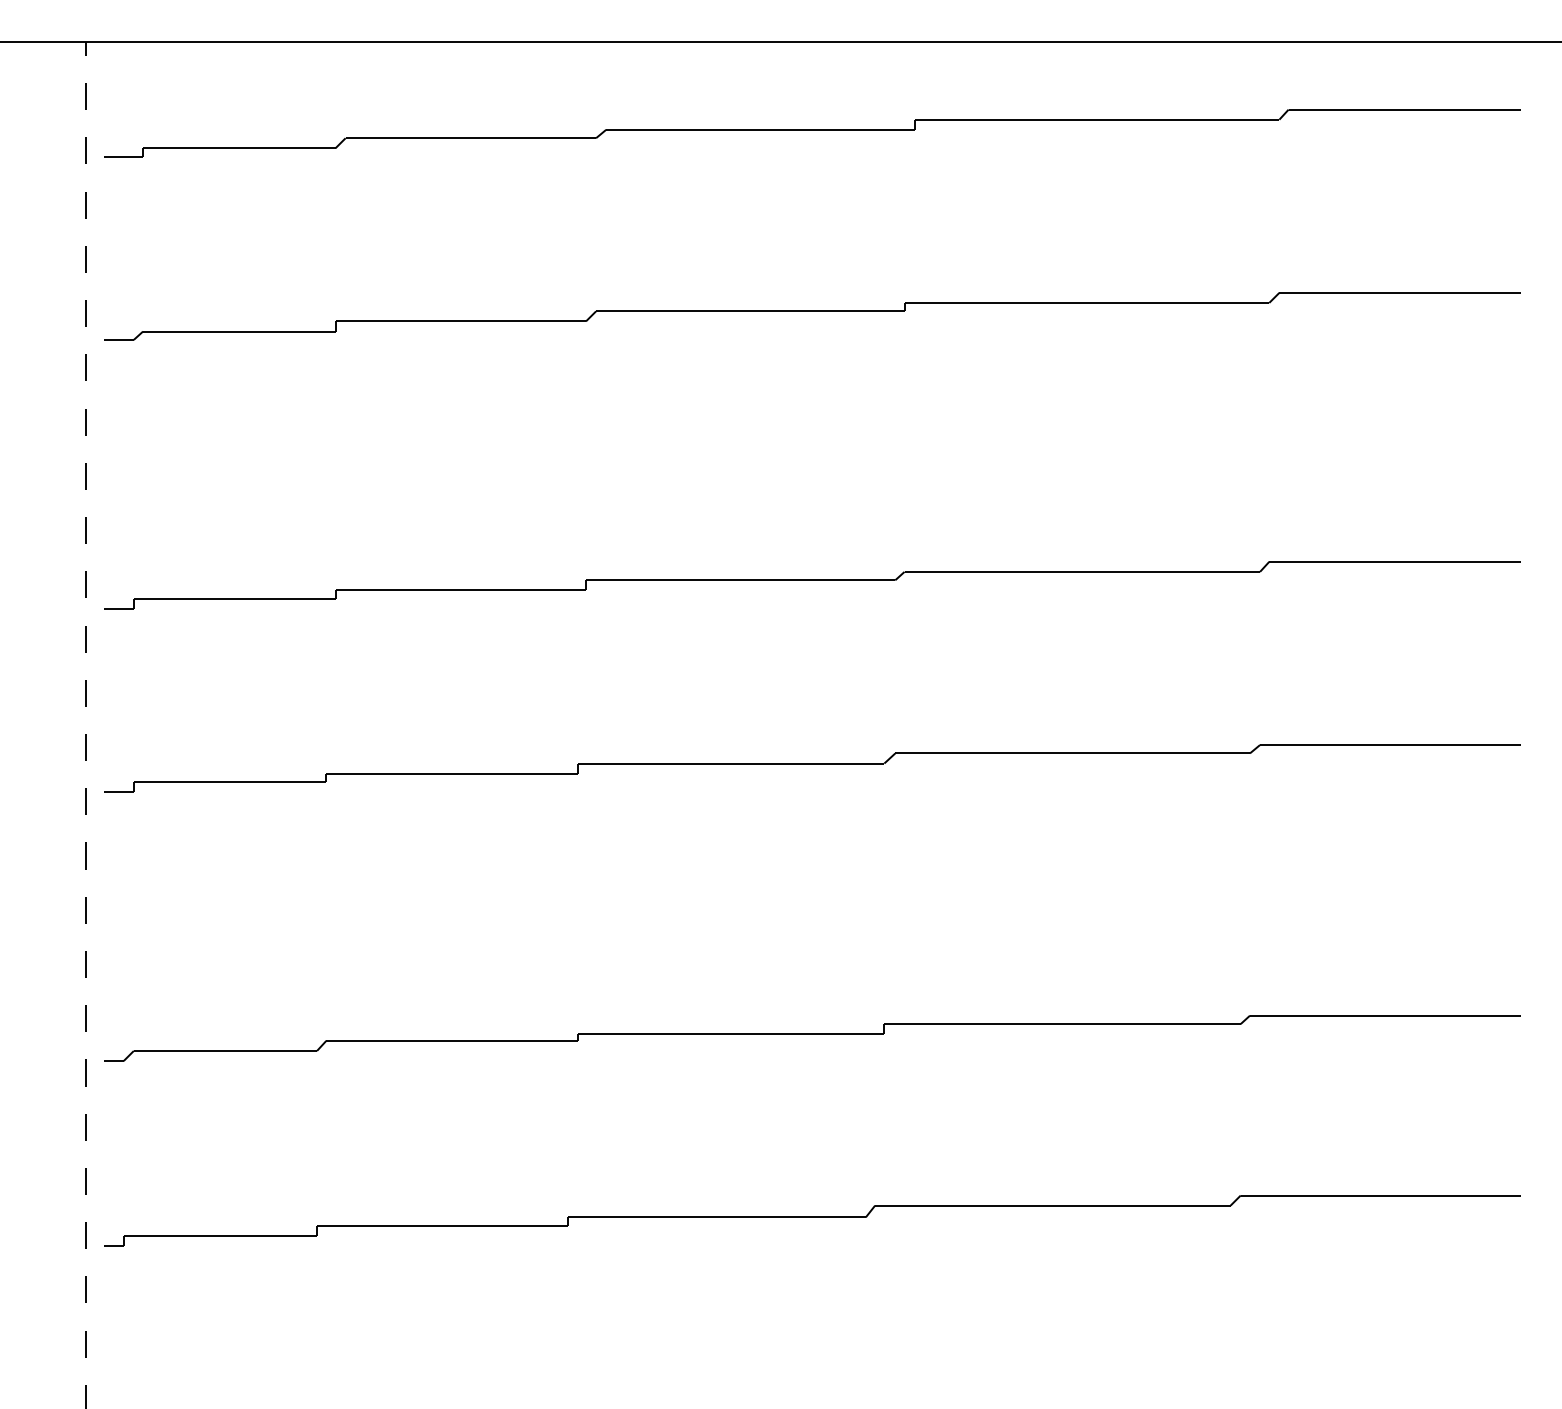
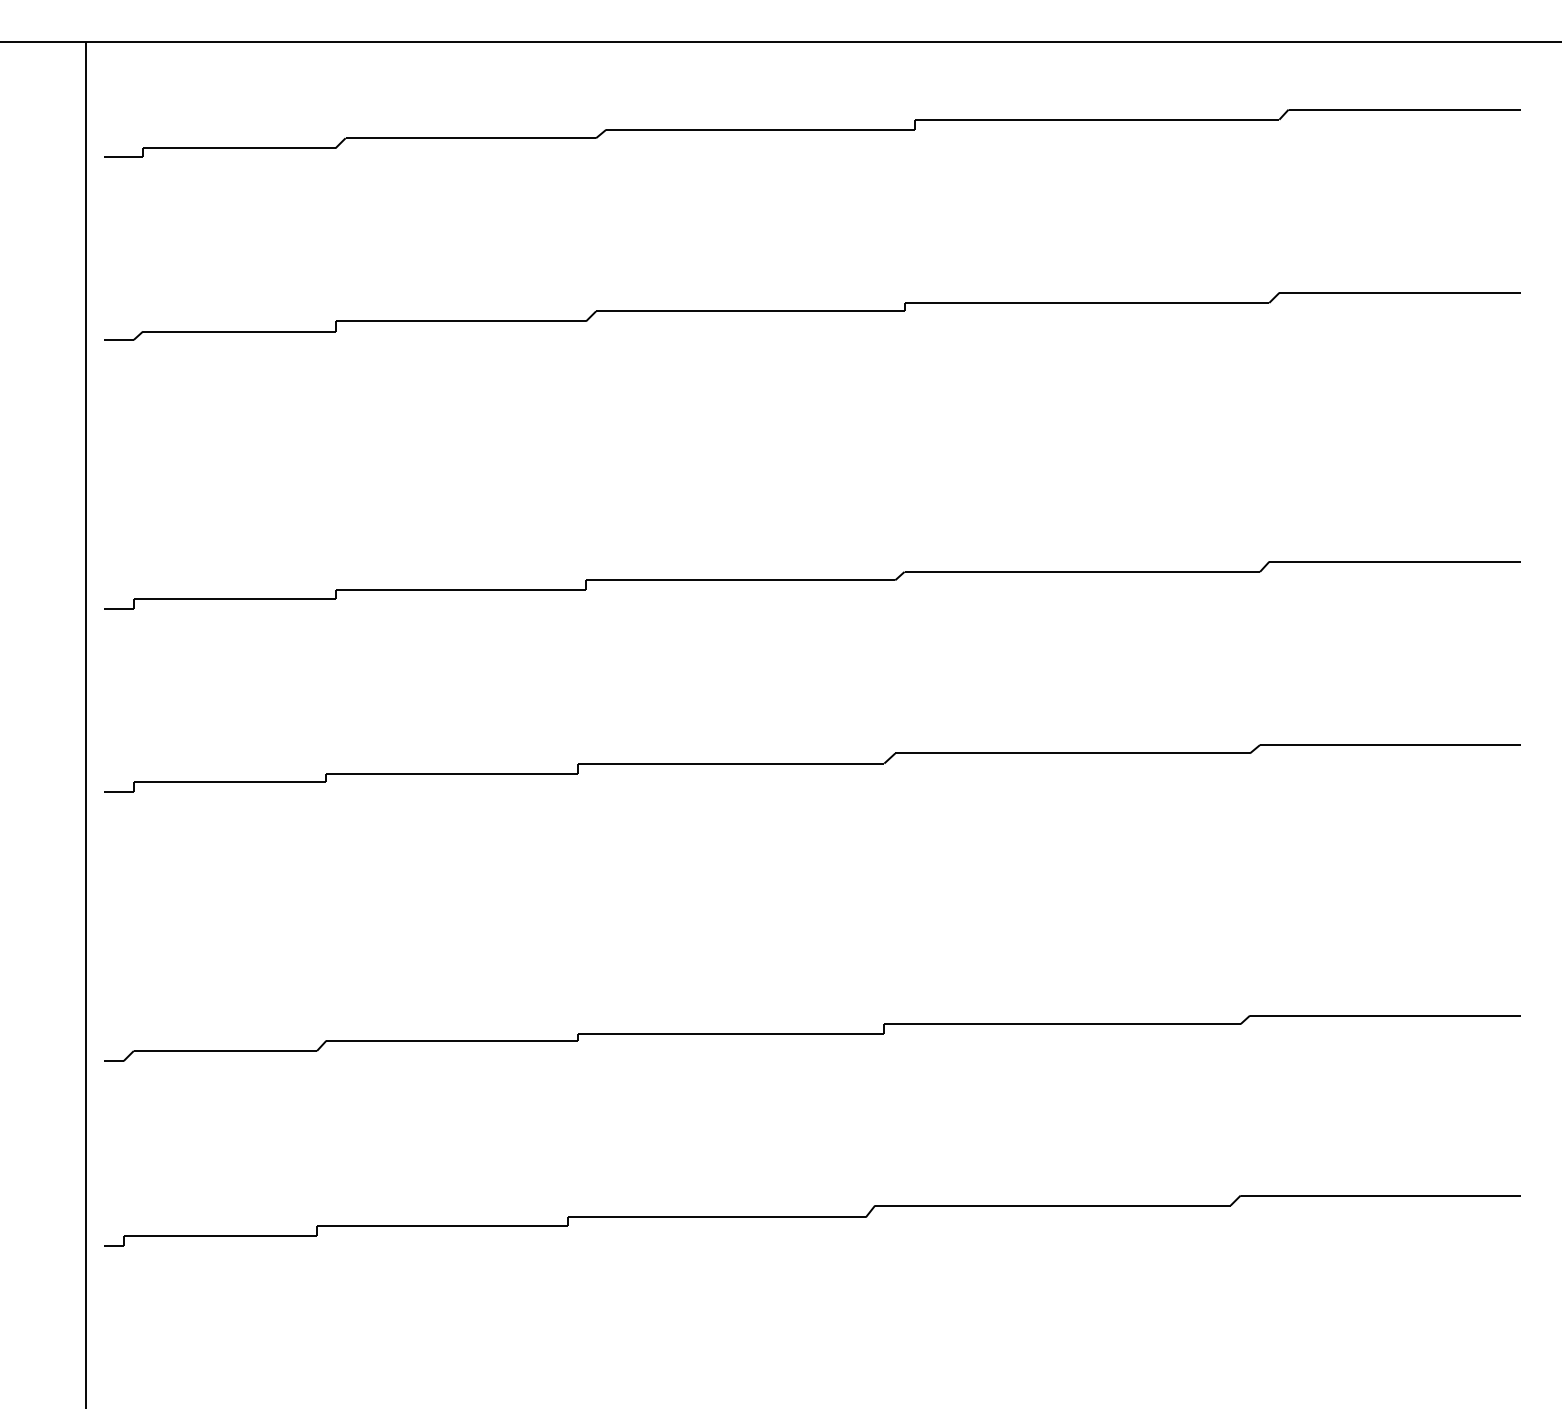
line at (85, 725): dashed -> solid
